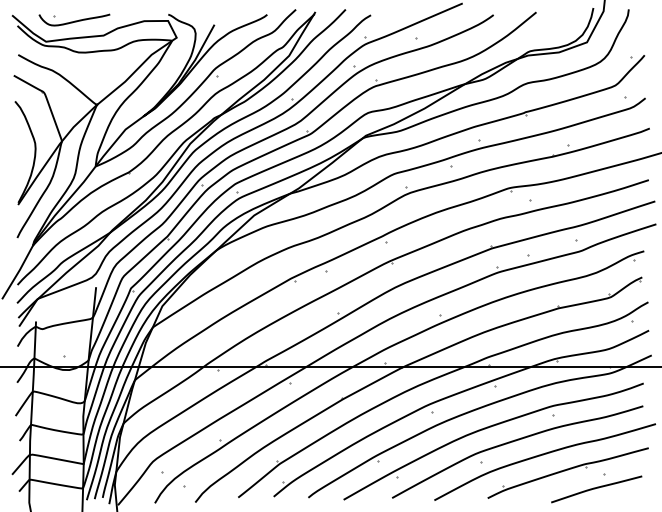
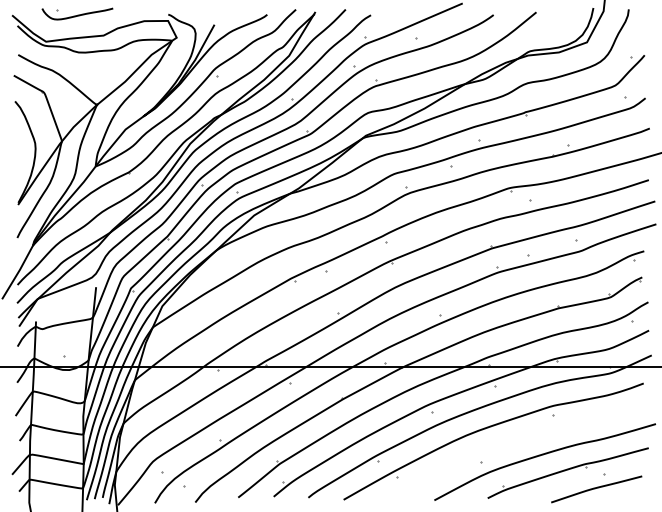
part at (74, 19) position: (74, 19) -> (77, 13)
curve at (513, 442): present -> none
